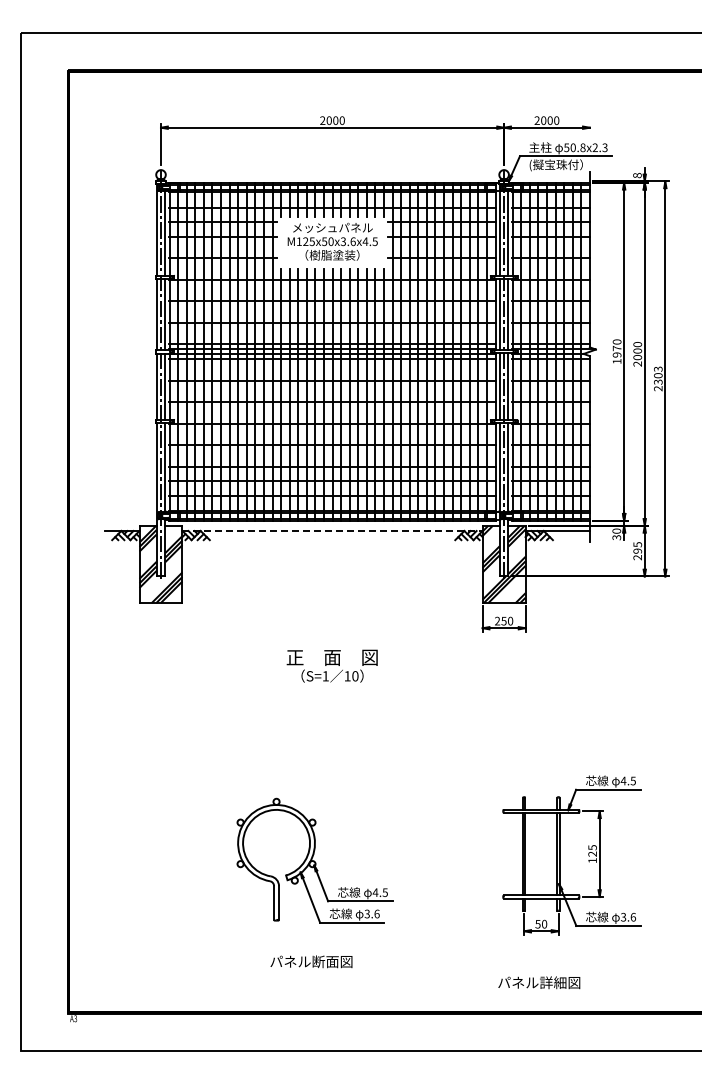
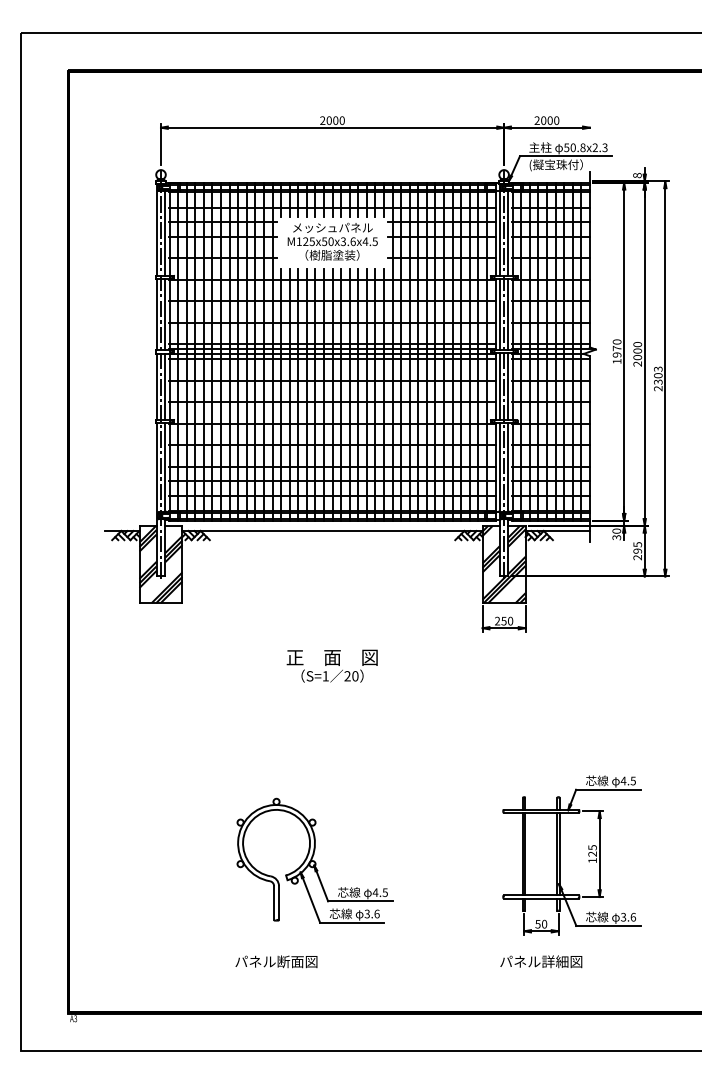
line at (333, 531): dashed -> solid
text at (347, 676): 10 -> 20
text at (311, 961) position: (311, 961) -> (276, 961)
text at (539, 982) position: (539, 982) -> (541, 961)
